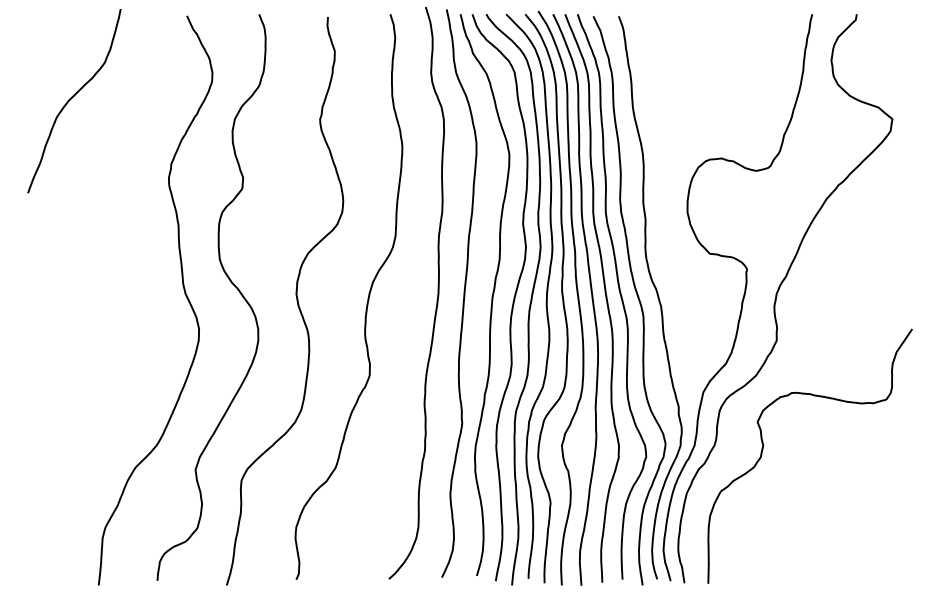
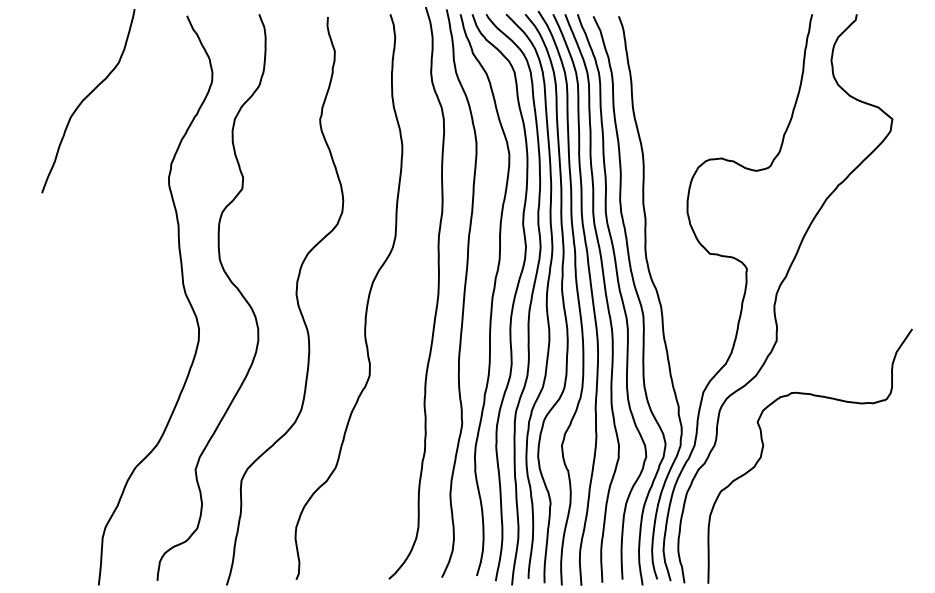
curve at (72, 98) position: (72, 98) -> (86, 98)
